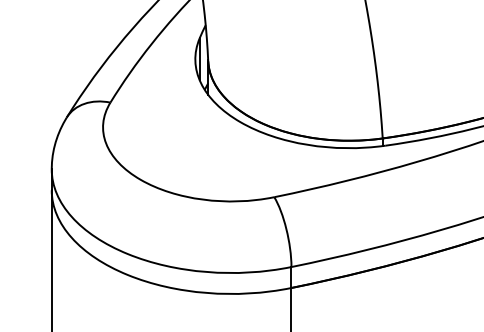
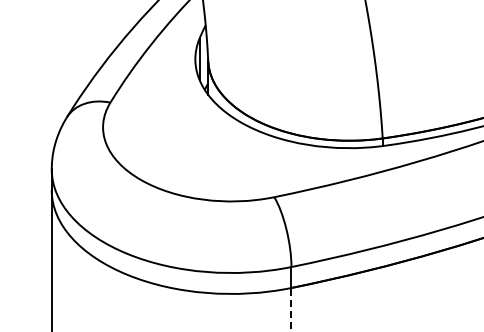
line at (291, 309): solid -> dashed
